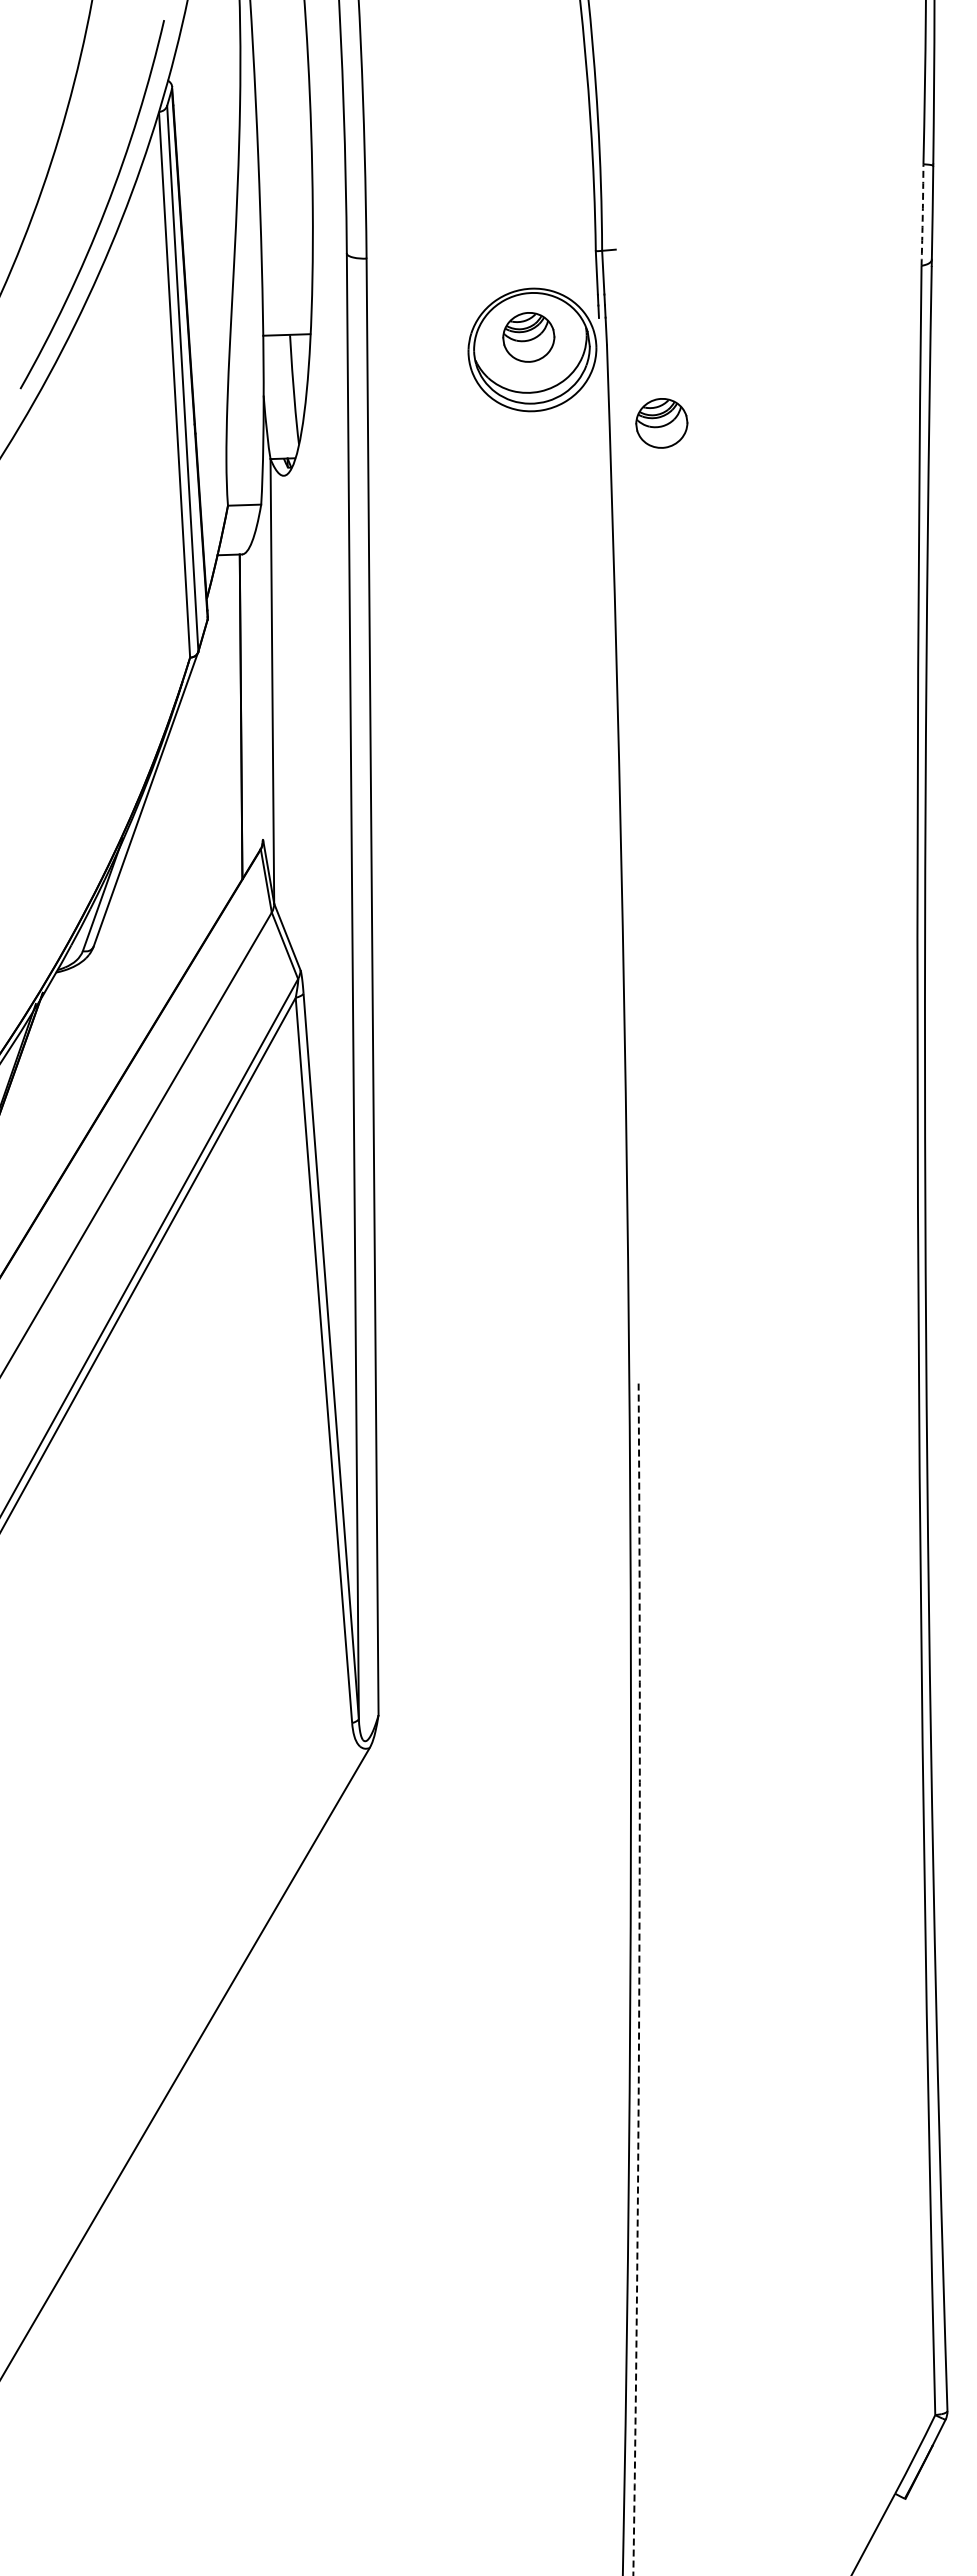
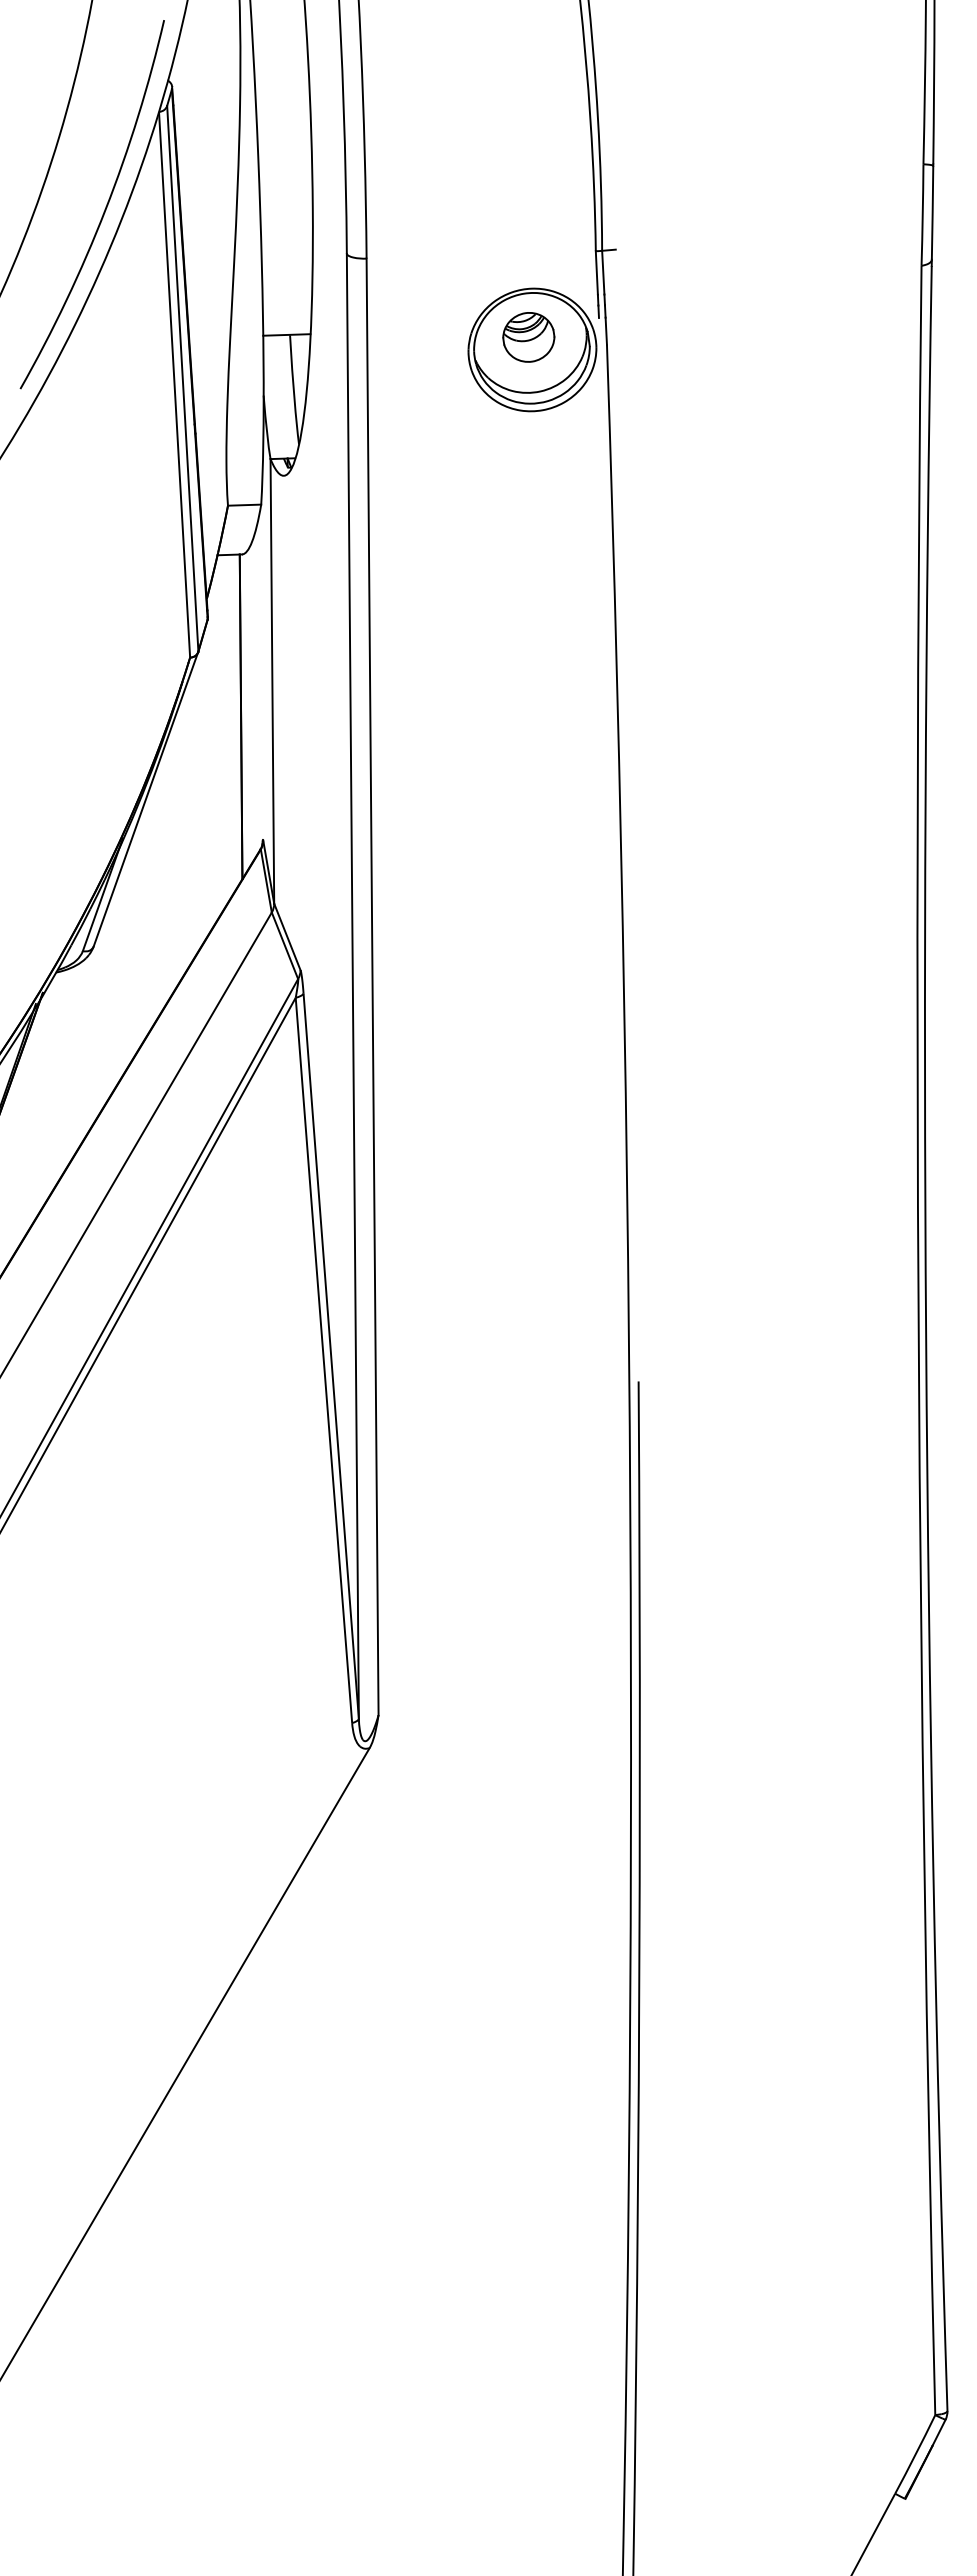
arc at (922, 215): dashed -> solid
part at (661, 423): present -> none
arc at (639, 1979): dashed -> solid
